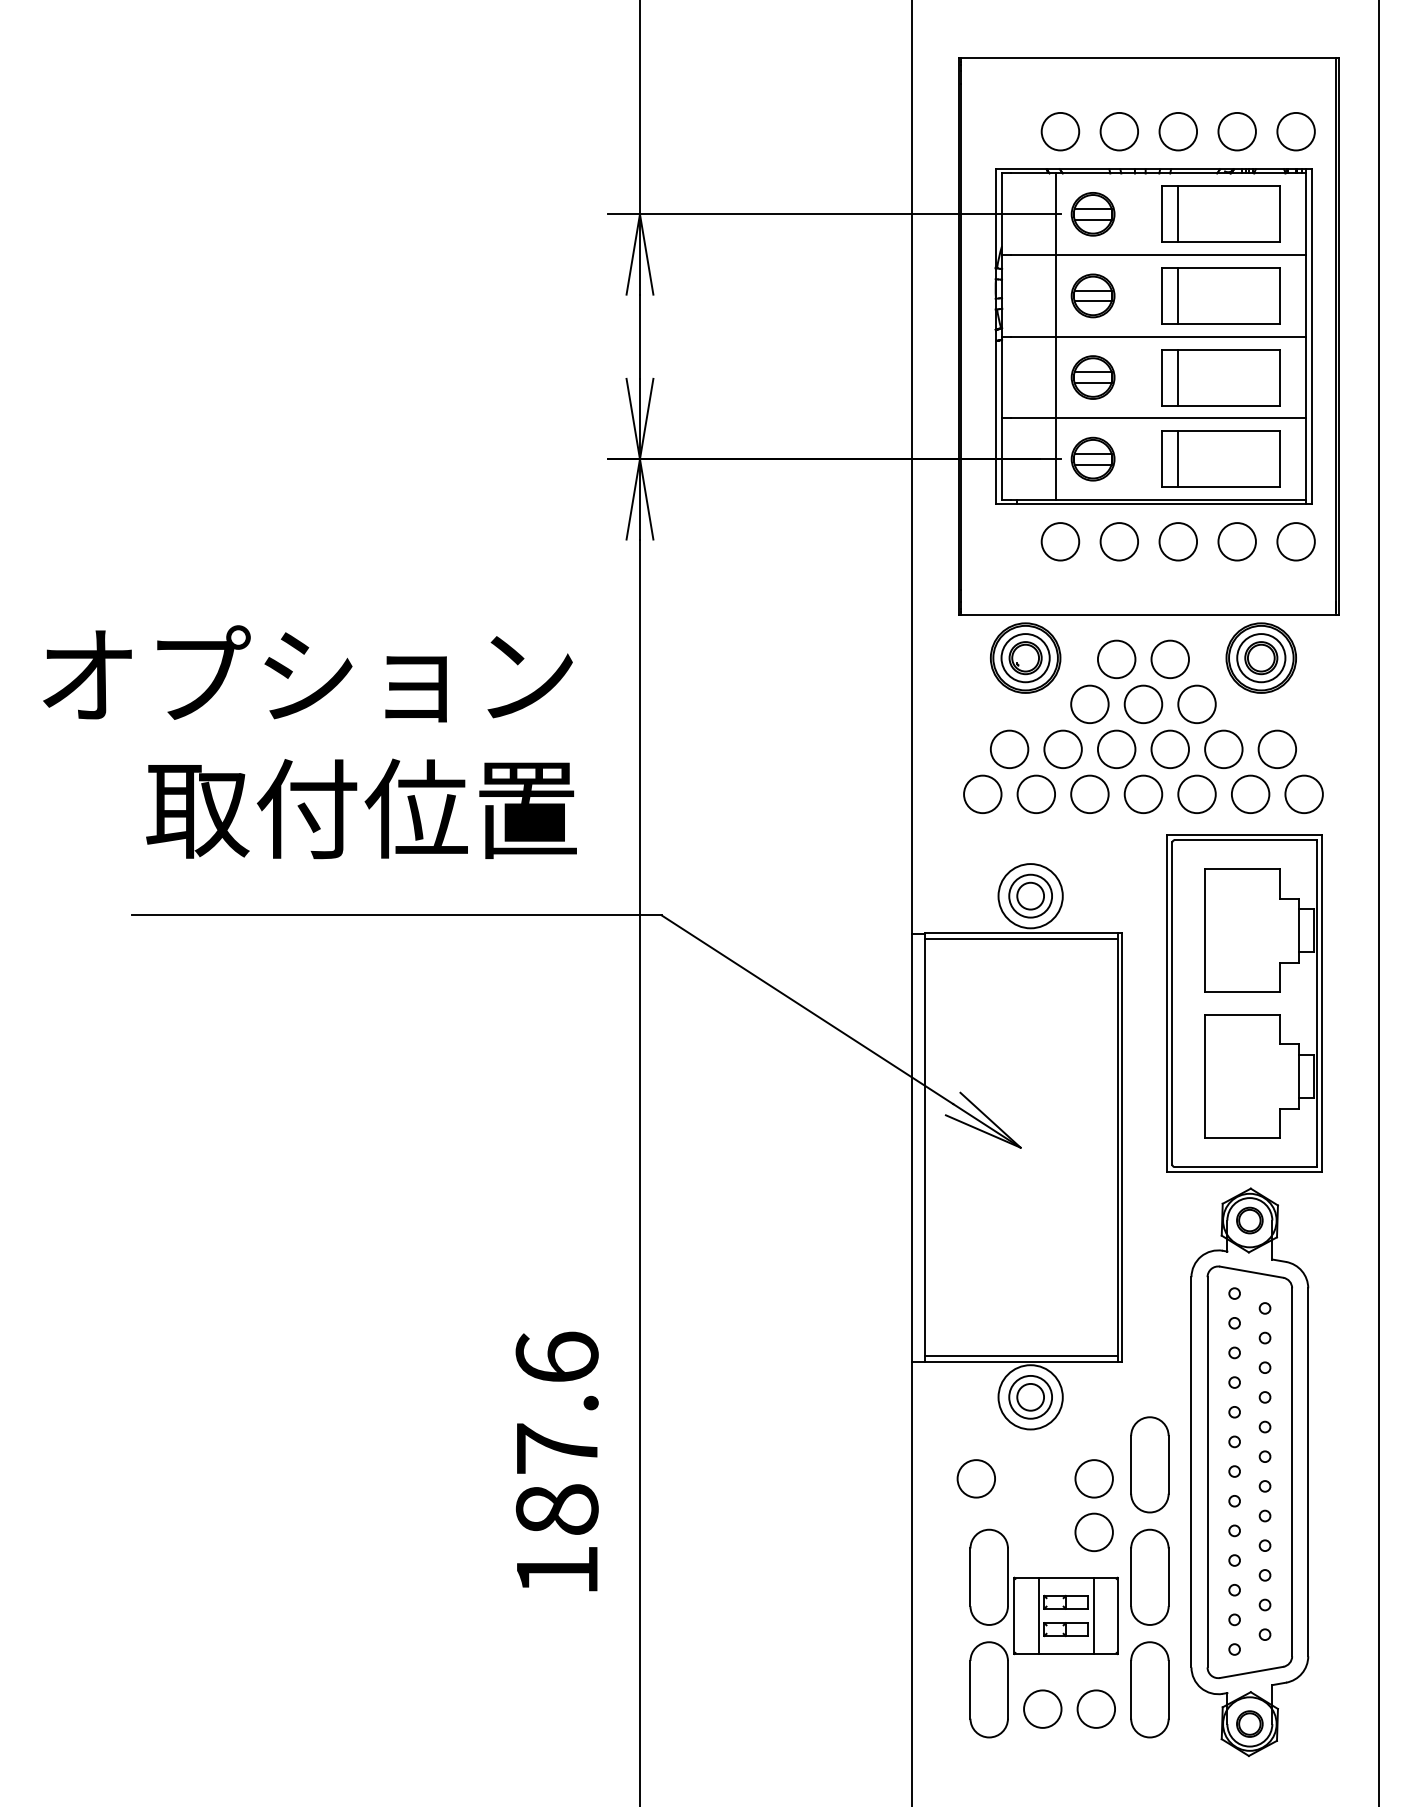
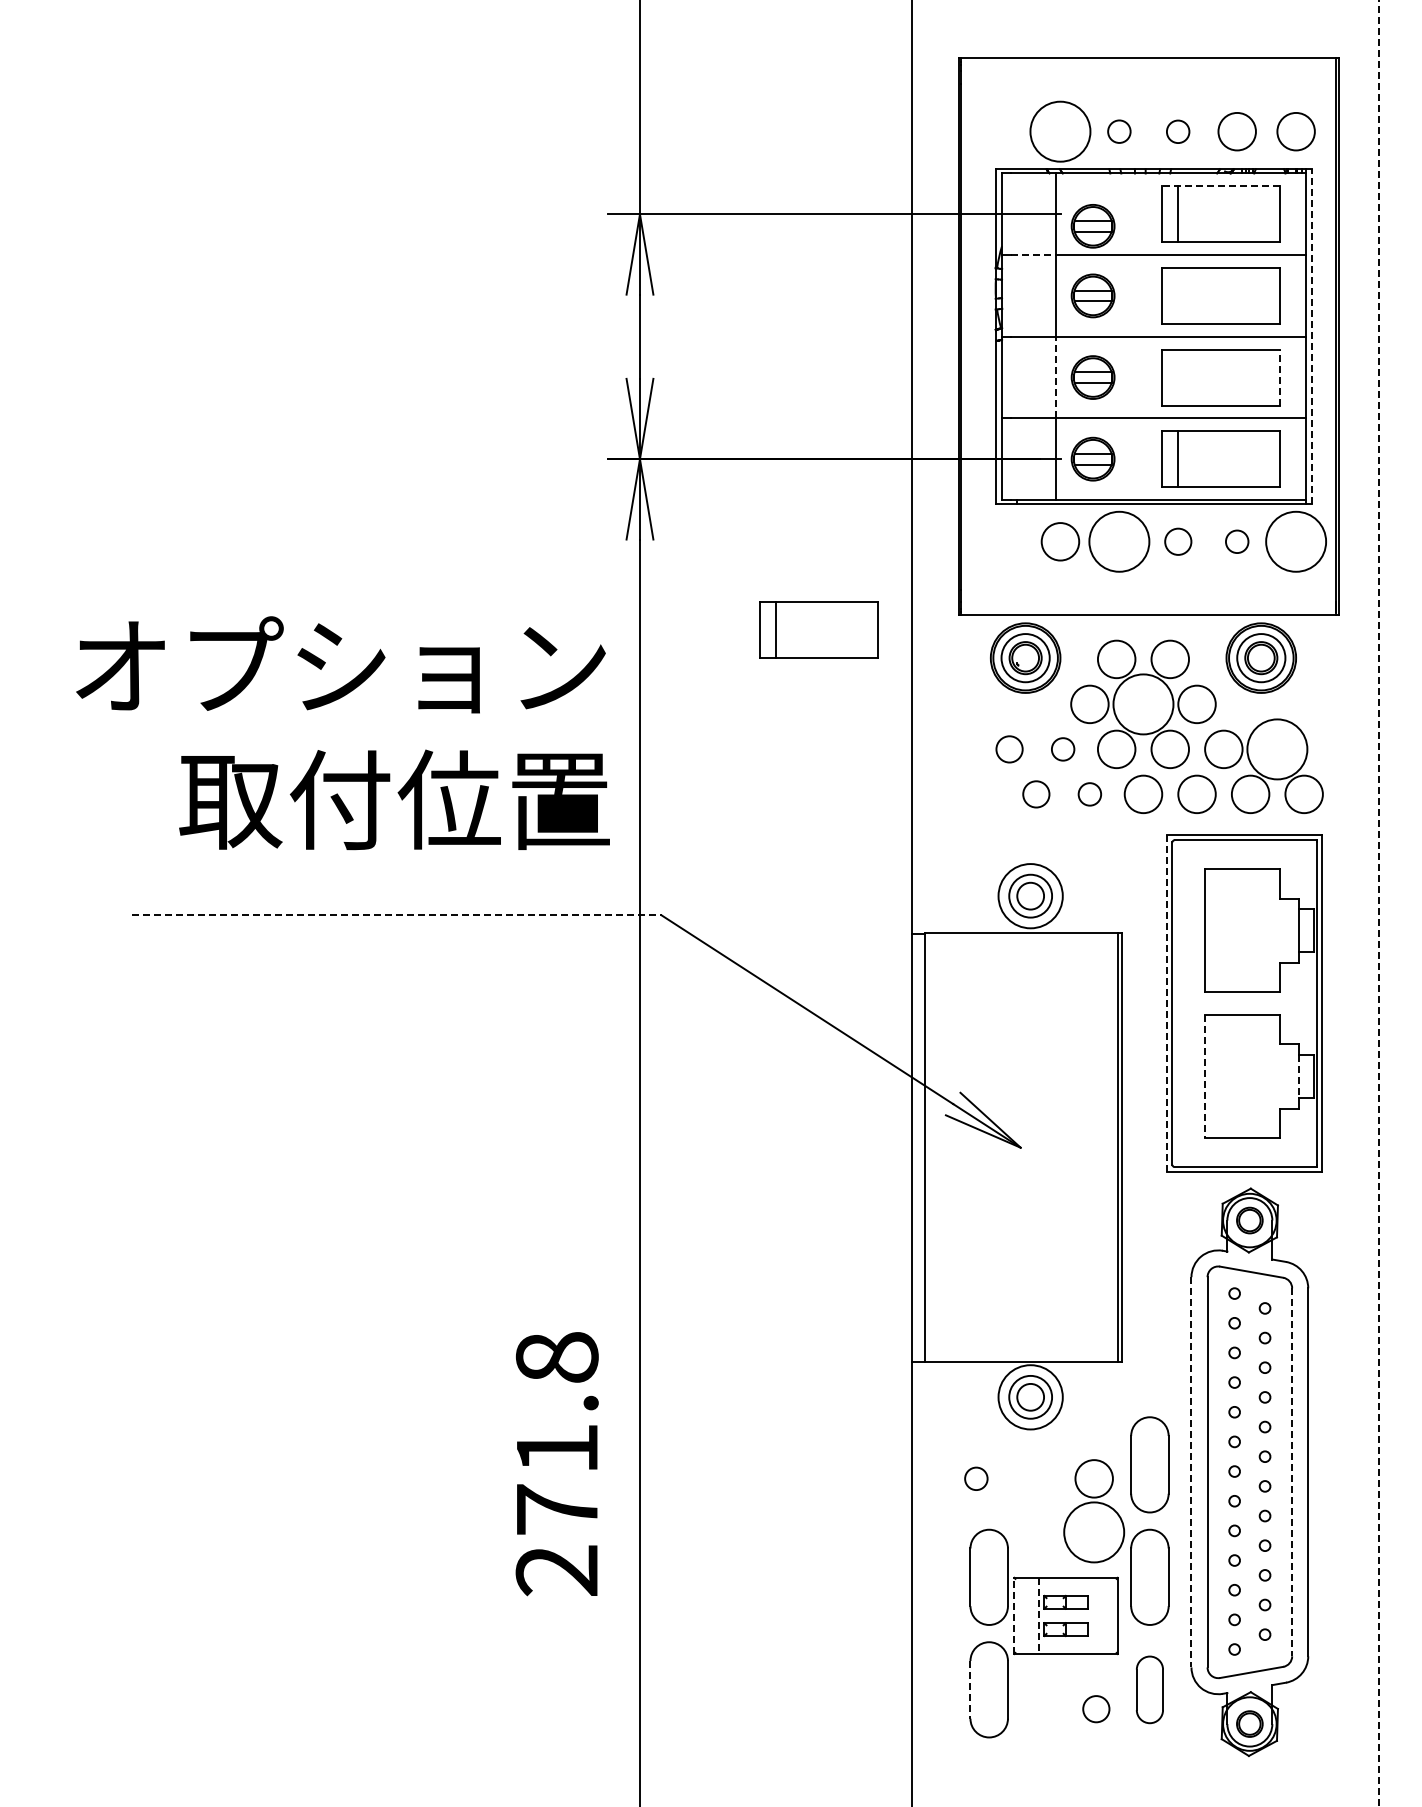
circle at (1060, 131) diameter: 37 px -> 60 px
circle at (1119, 131) diameter: 37 px -> 22 px
circle at (1177, 131) size: 40x40 px -> 25x25 px
line at (1220, 186): solid -> dashed
part at (1092, 214) position: (1092, 214) -> (1092, 226)
line at (1033, 255): solid -> dashed
line at (1177, 295): present -> none
line at (1311, 336): solid -> dashed
line at (1055, 377): solid -> dashed
line at (1177, 377): present -> none
line at (1279, 377): solid -> dashed
circle at (1119, 541) diameter: 37 px -> 60 px
circle at (1178, 541) diameter: 37 px -> 26 px
circle at (1236, 541) diameter: 37 px -> 22 px
circle at (1295, 541) diameter: 37 px -> 60 px
part at (818, 629): none -> present
circle at (1143, 704) diameter: 37 px -> 60 px
text at (309, 742) position: (309, 742) -> (342, 733)
circle at (1009, 749) diameter: 37 px -> 26 px
circle at (1062, 749) diameter: 37 px -> 22 px
circle at (1277, 749) diameter: 37 px -> 60 px
circle at (982, 793): present -> none
circle at (1036, 794) diameter: 37 px -> 26 px
circle at (1089, 794) diameter: 37 px -> 22 px
line at (1379, 903): solid -> dashed
line at (397, 915): solid -> dashed
line at (1020, 938): present -> none
line at (1167, 1003): solid -> dashed
line at (1204, 1076): solid -> dashed
line at (1298, 1076): solid -> dashed
line at (1020, 1356): present -> none
text at (556, 1463): 187.6 -> 271.8
line at (1191, 1472): solid -> dashed
line at (1292, 1472): solid -> dashed
circle at (976, 1478) diameter: 37 px -> 22 px
circle at (1093, 1532) diameter: 37 px -> 60 px
line at (1014, 1615): solid -> dashed
line at (1094, 1615): present -> none
line at (1038, 1616): solid -> dashed
line at (970, 1689): solid -> dashed
part at (1149, 1689) size: 40x98 px -> 28x70 px
circle at (1042, 1708): present -> none
circle at (1096, 1708) diameter: 37 px -> 26 px
